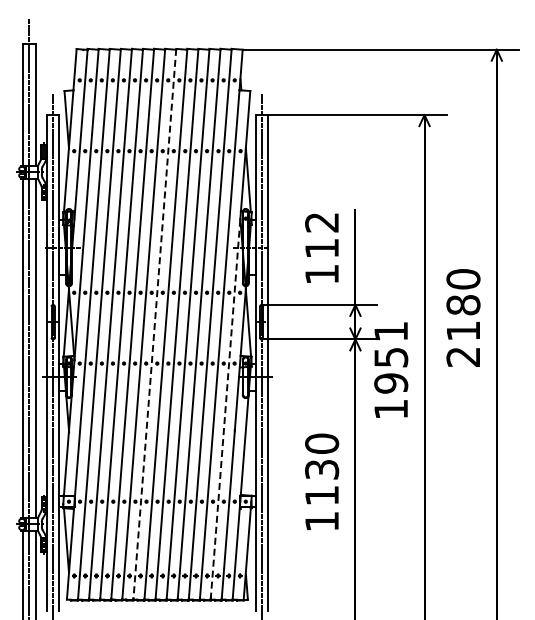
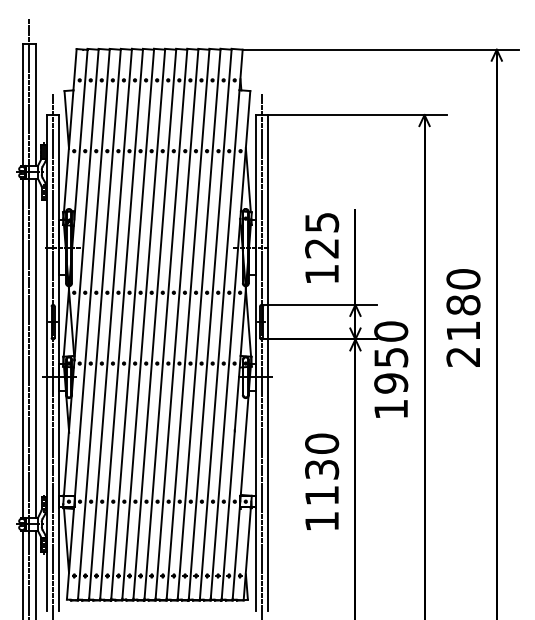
text at (322, 235): 112 -> 125
line at (154, 324): dashed -> solid
text at (391, 331): 1951 -> 1950
line at (225, 409): dashed -> solid
